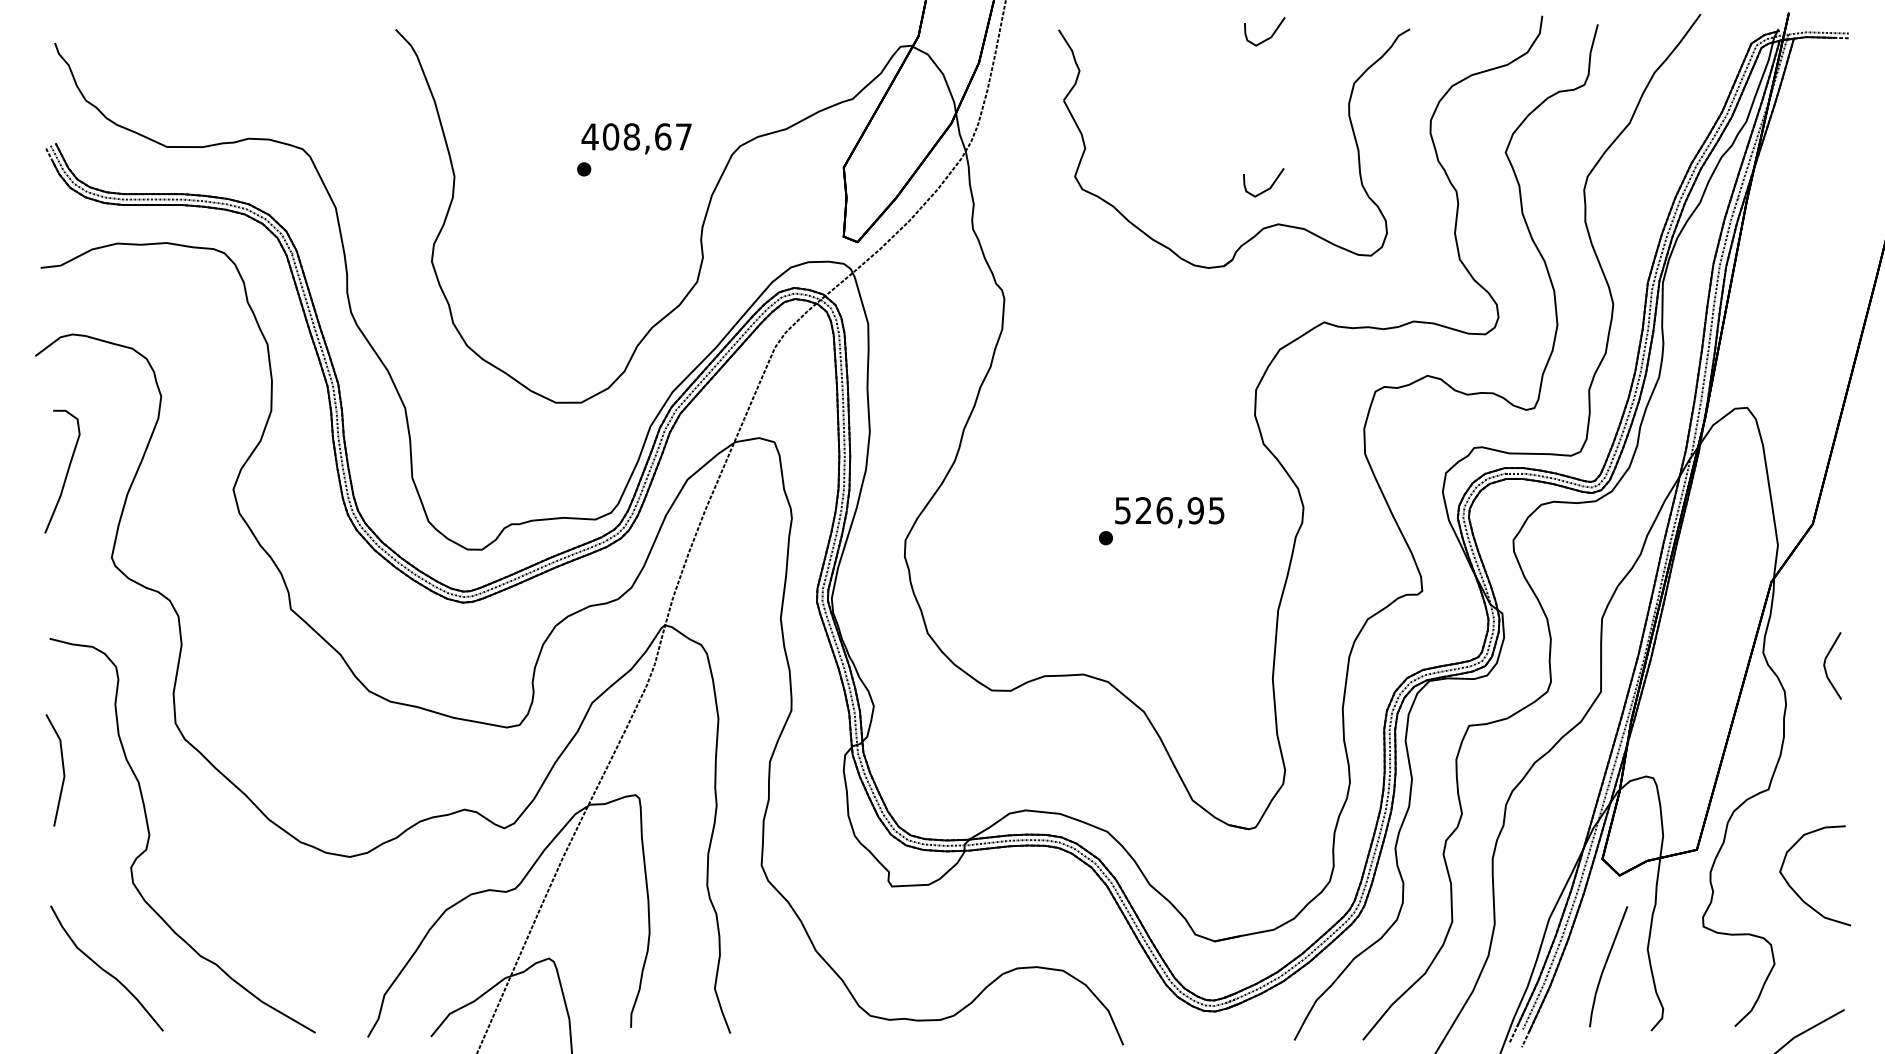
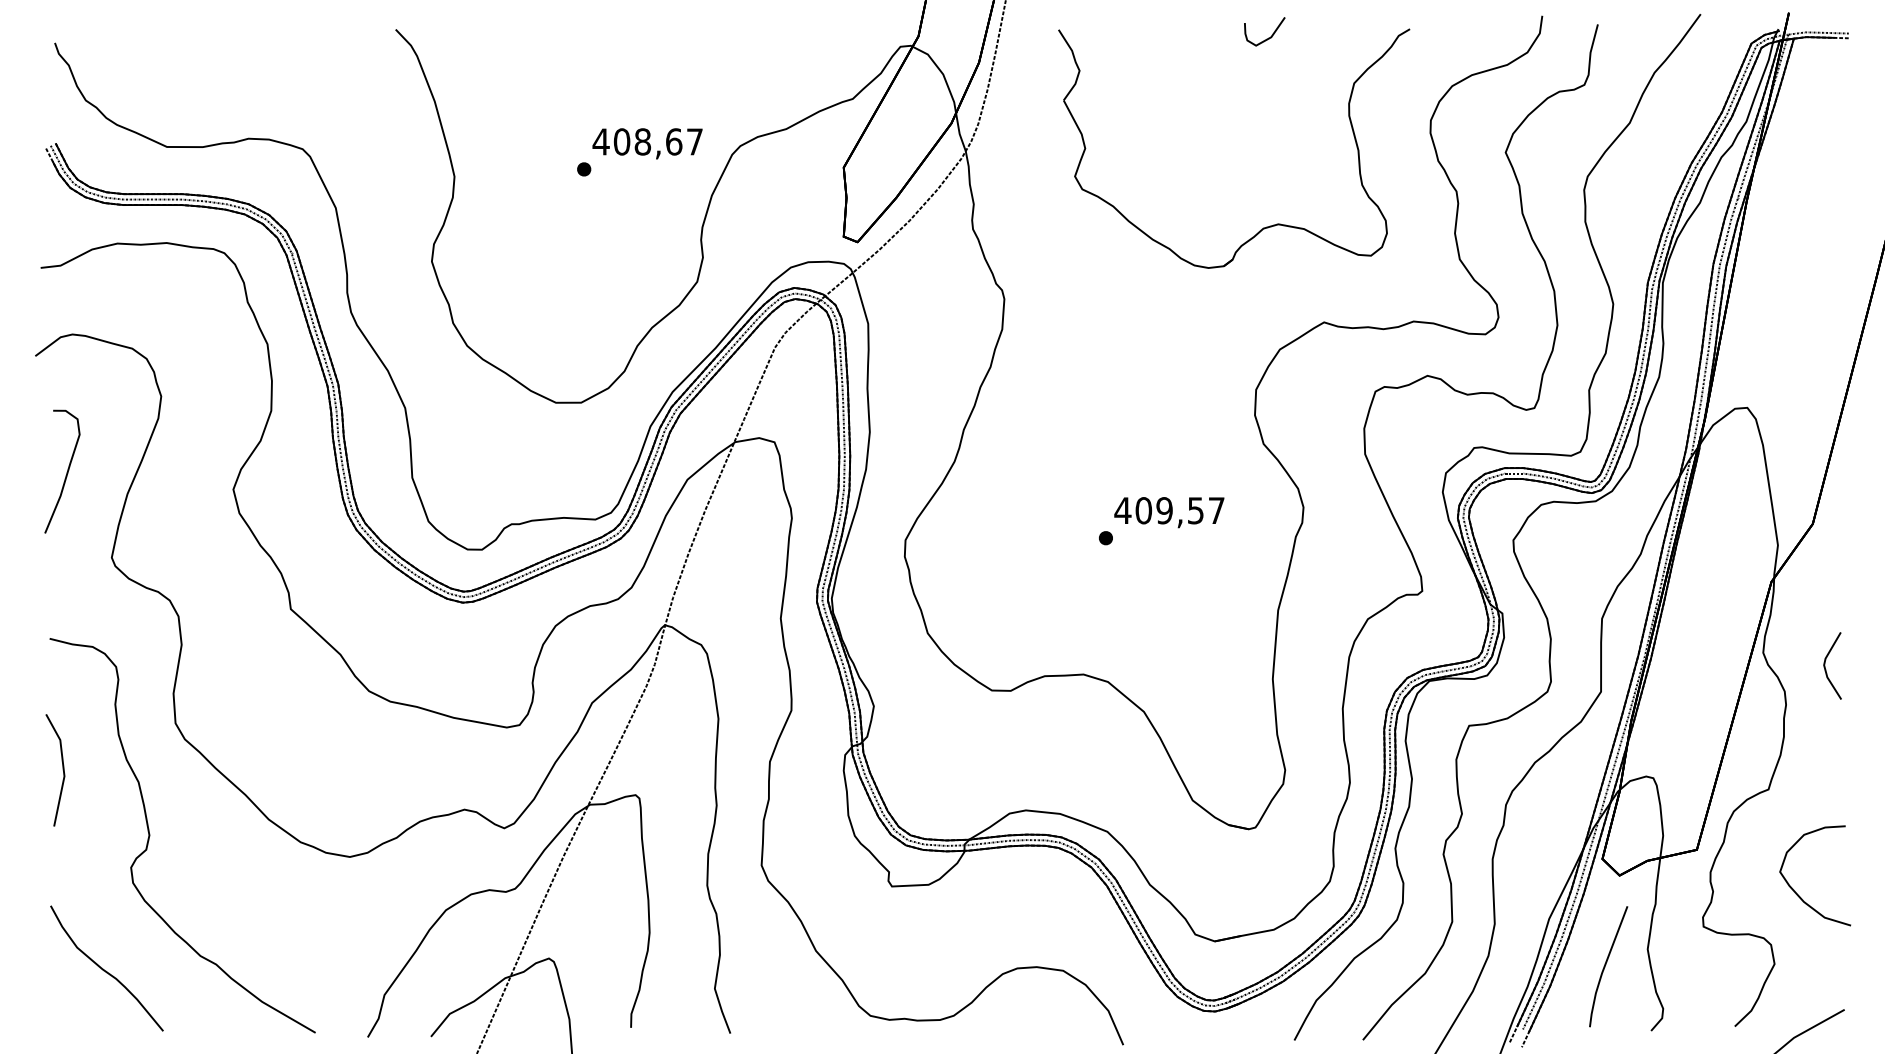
text at (636, 138) position: (636, 138) -> (647, 143)
curve at (1267, 188): present -> none
text at (1169, 510): 526,95 -> 409,57
